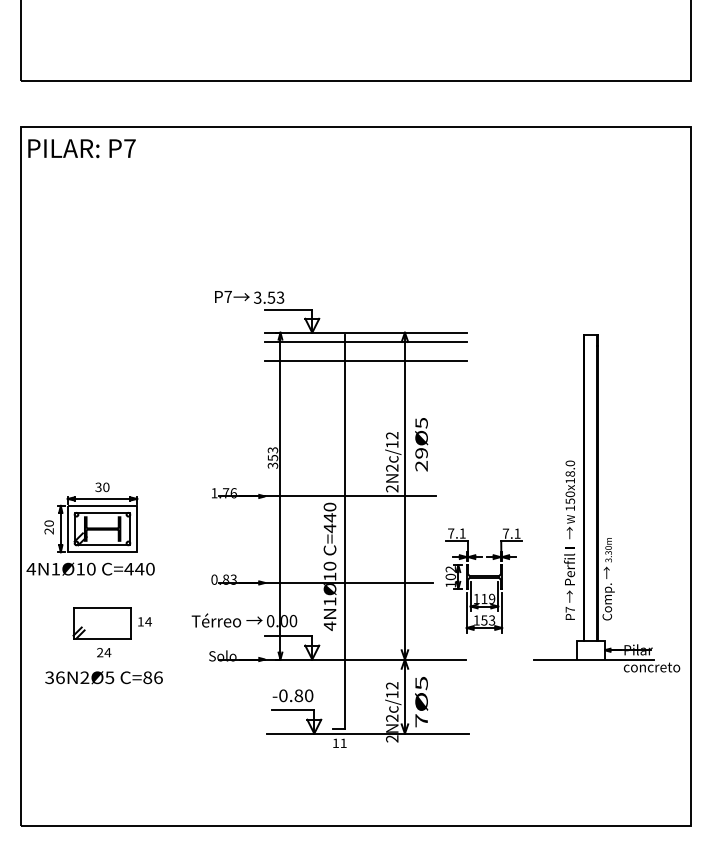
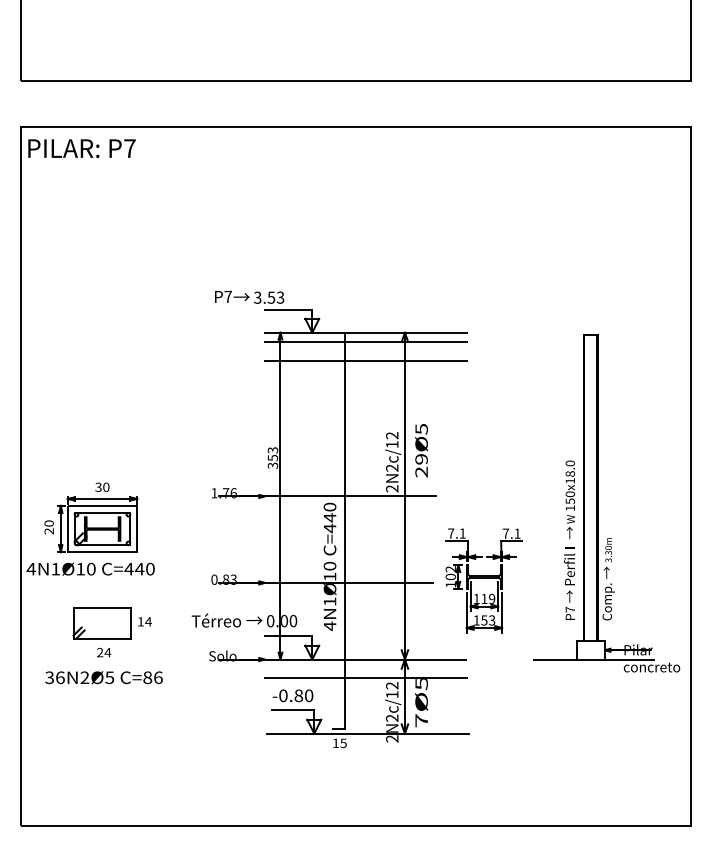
text at (421, 444) position: (421, 444) -> (421, 450)
line at (365, 678): none -> present
text at (343, 743): 11 -> 15
